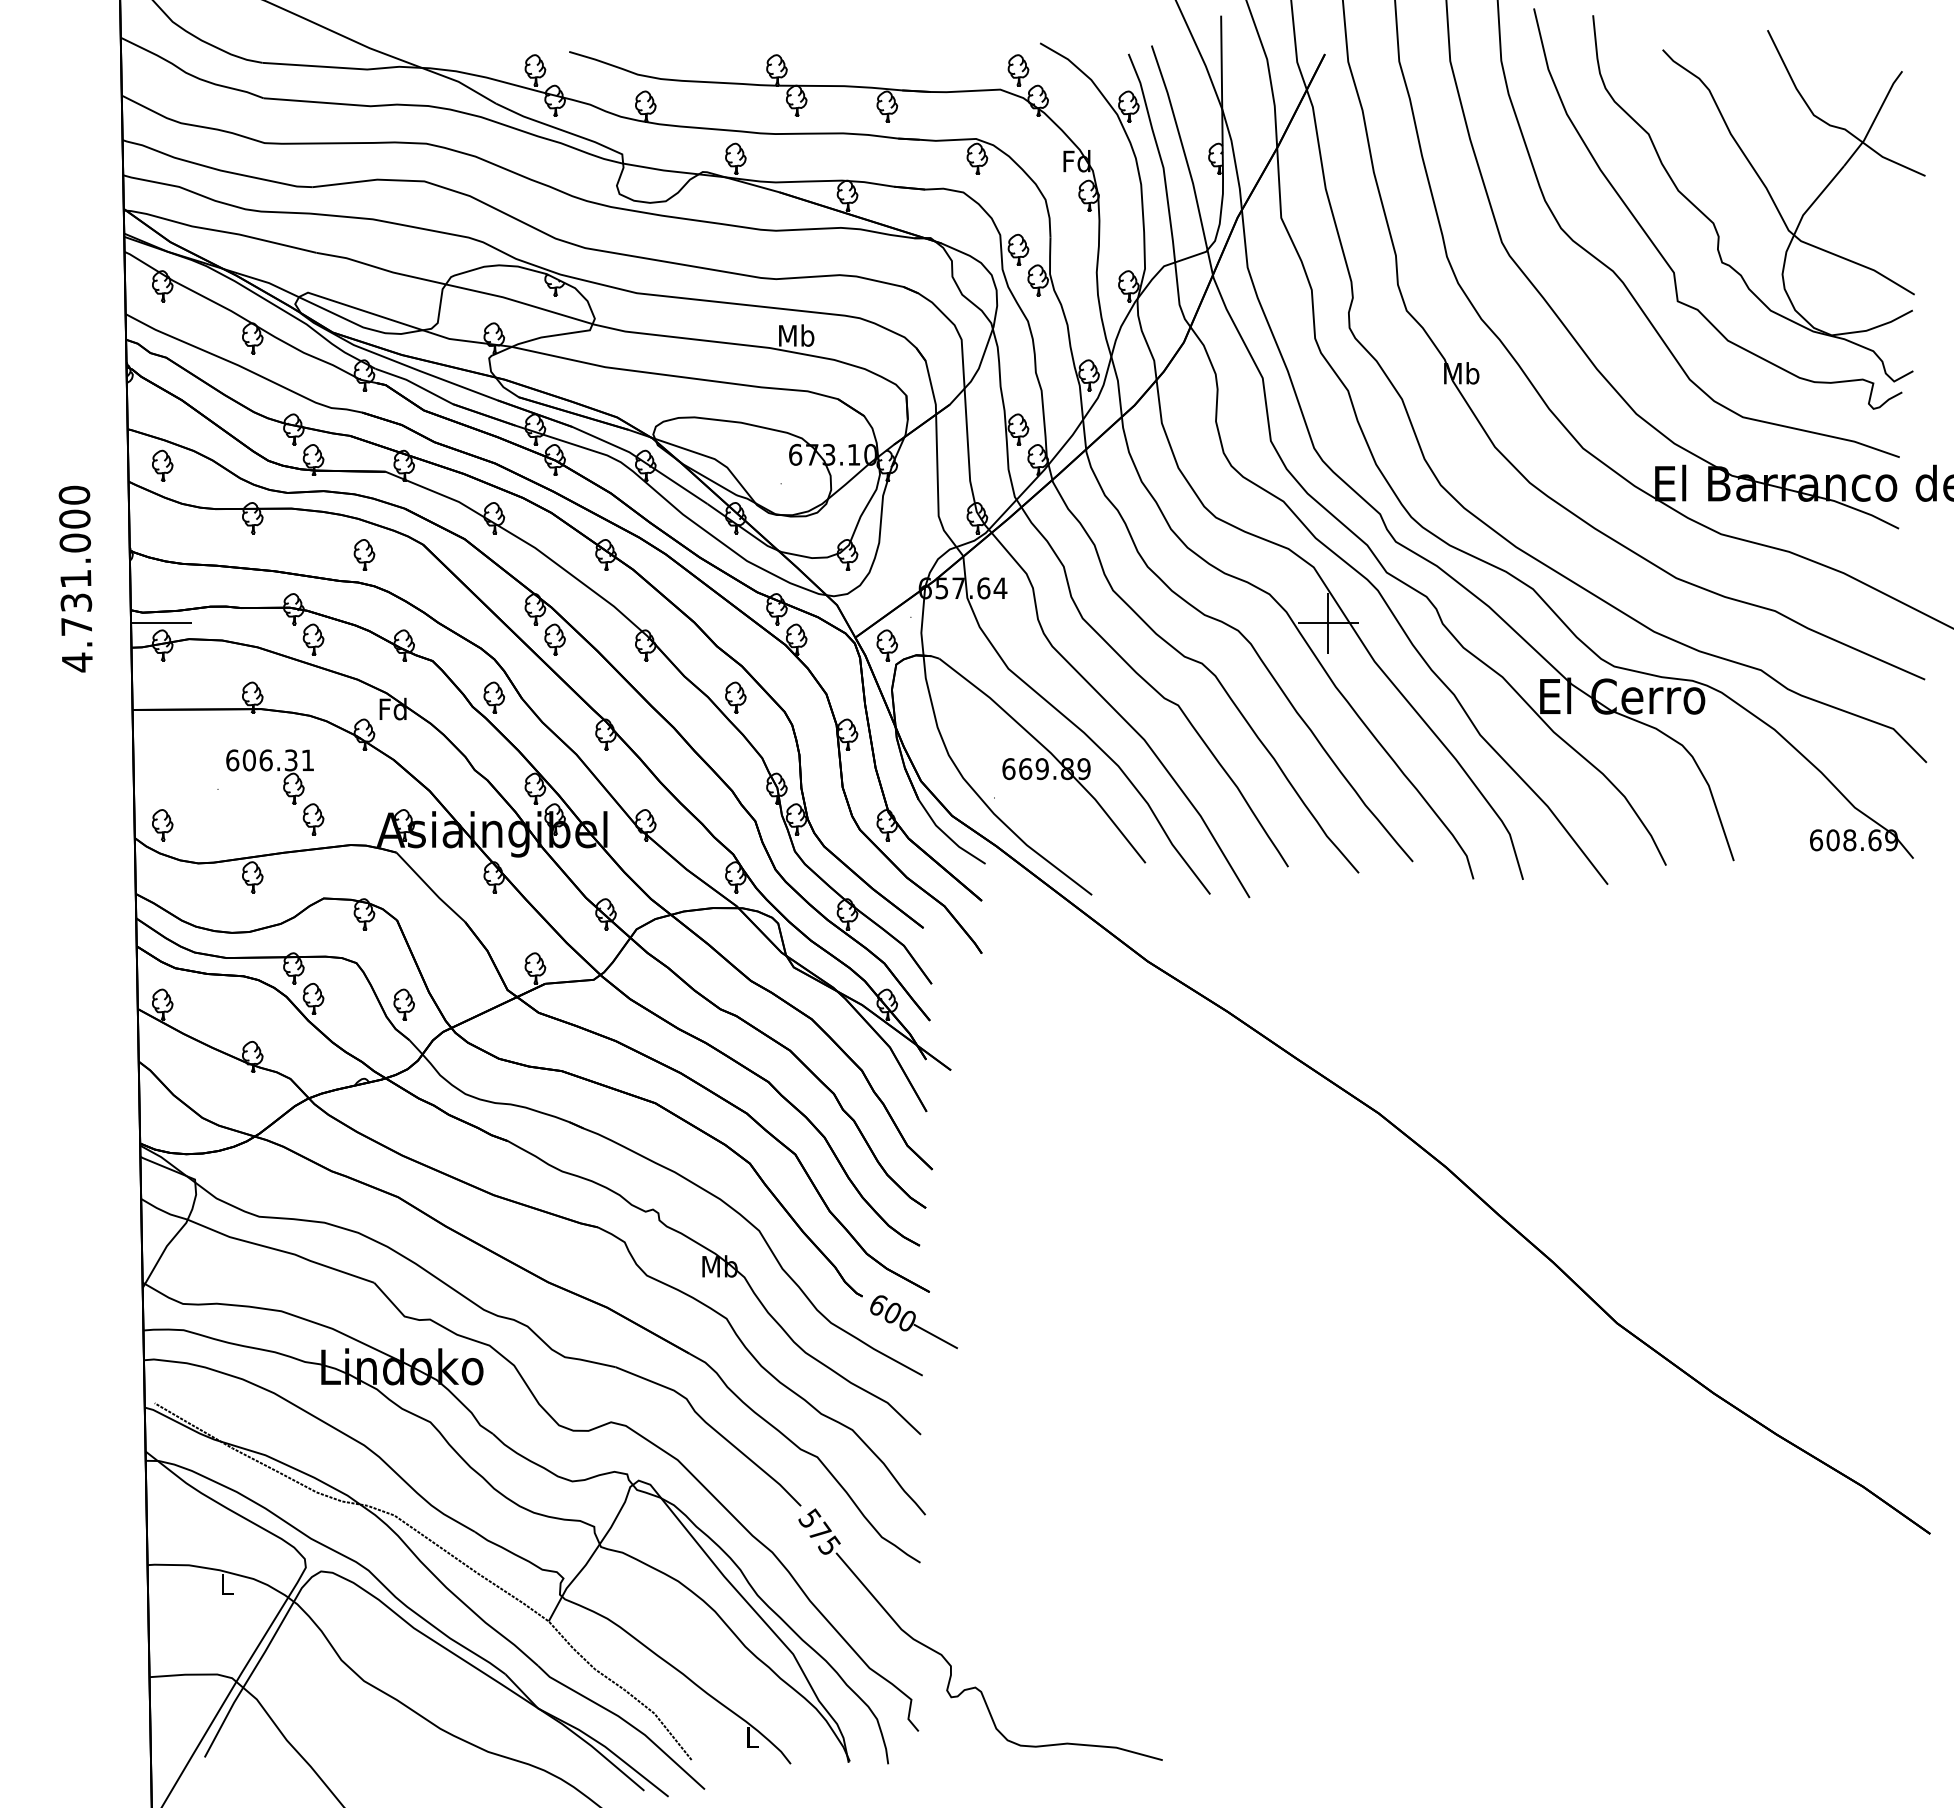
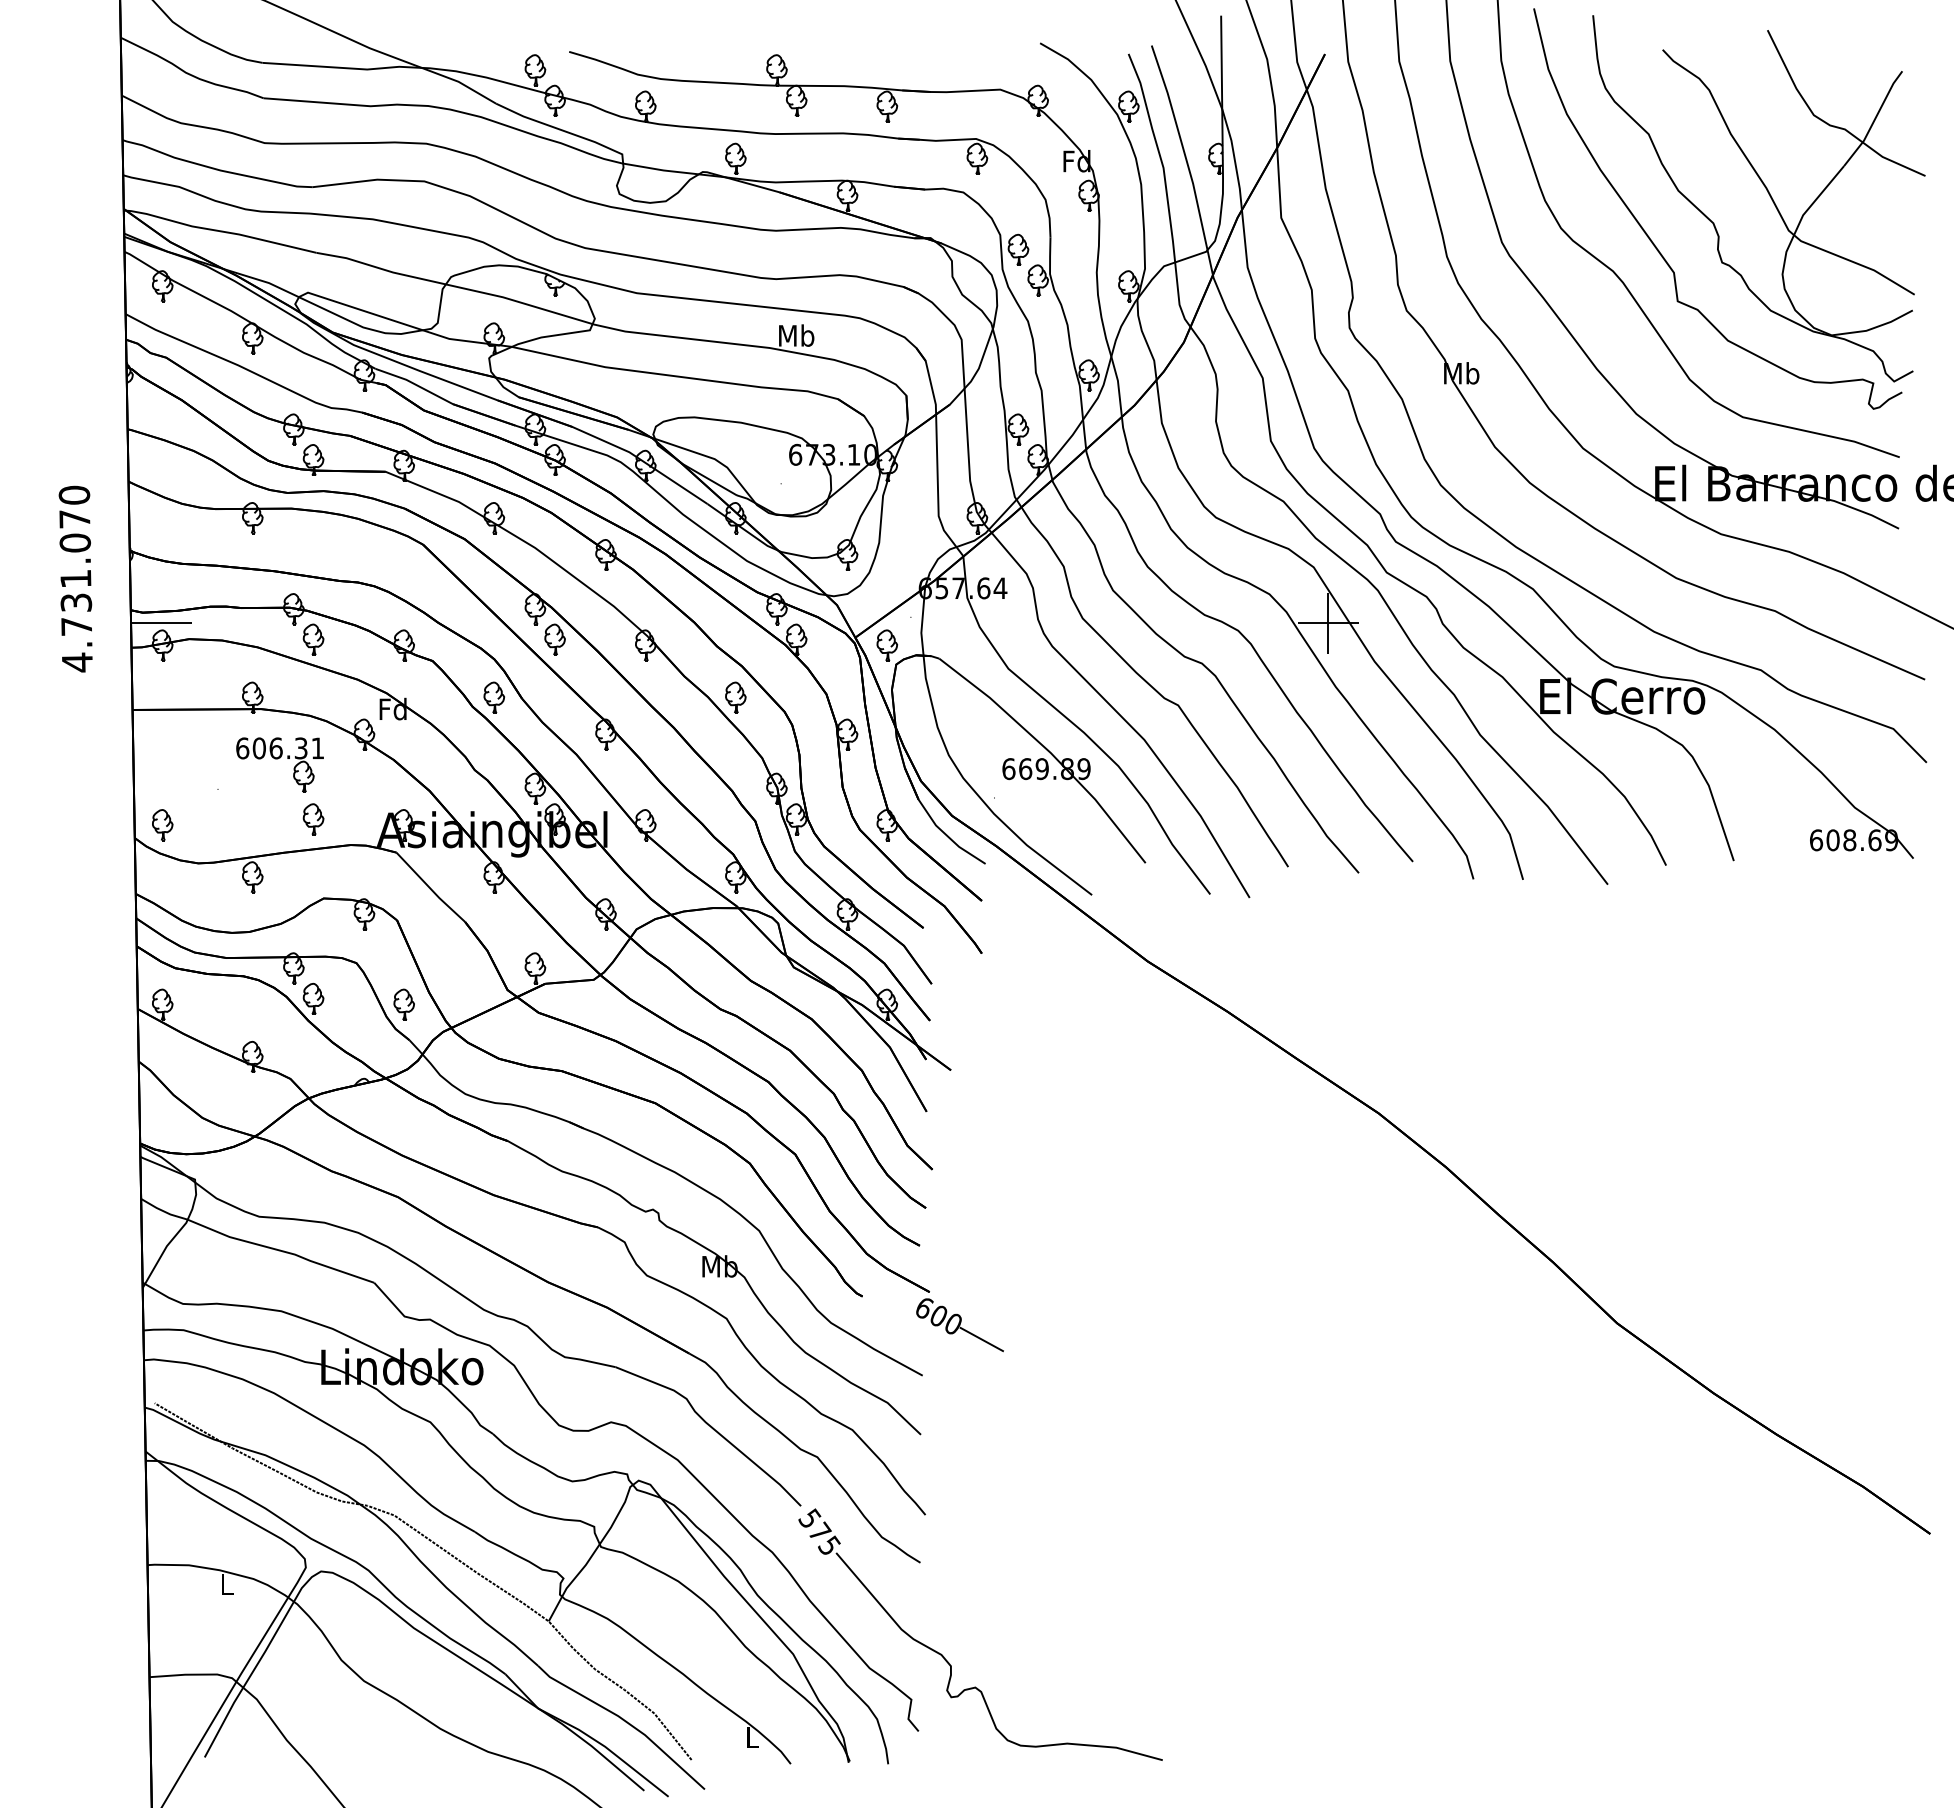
part at (1018, 70): present -> none
part at (162, 465): present -> none
text at (74, 518): 4.731.000 -> 4.731.070
part at (364, 554): present -> none
part at (269, 776) position: (269, 776) -> (279, 764)
part at (913, 1322) position: (913, 1322) -> (959, 1325)
